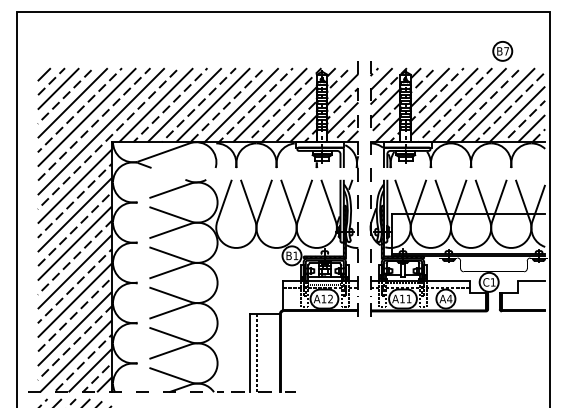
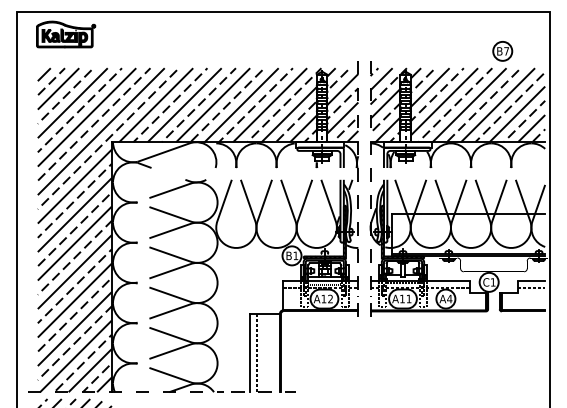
part at (66, 34): none -> present
line at (531, 287): none -> present
